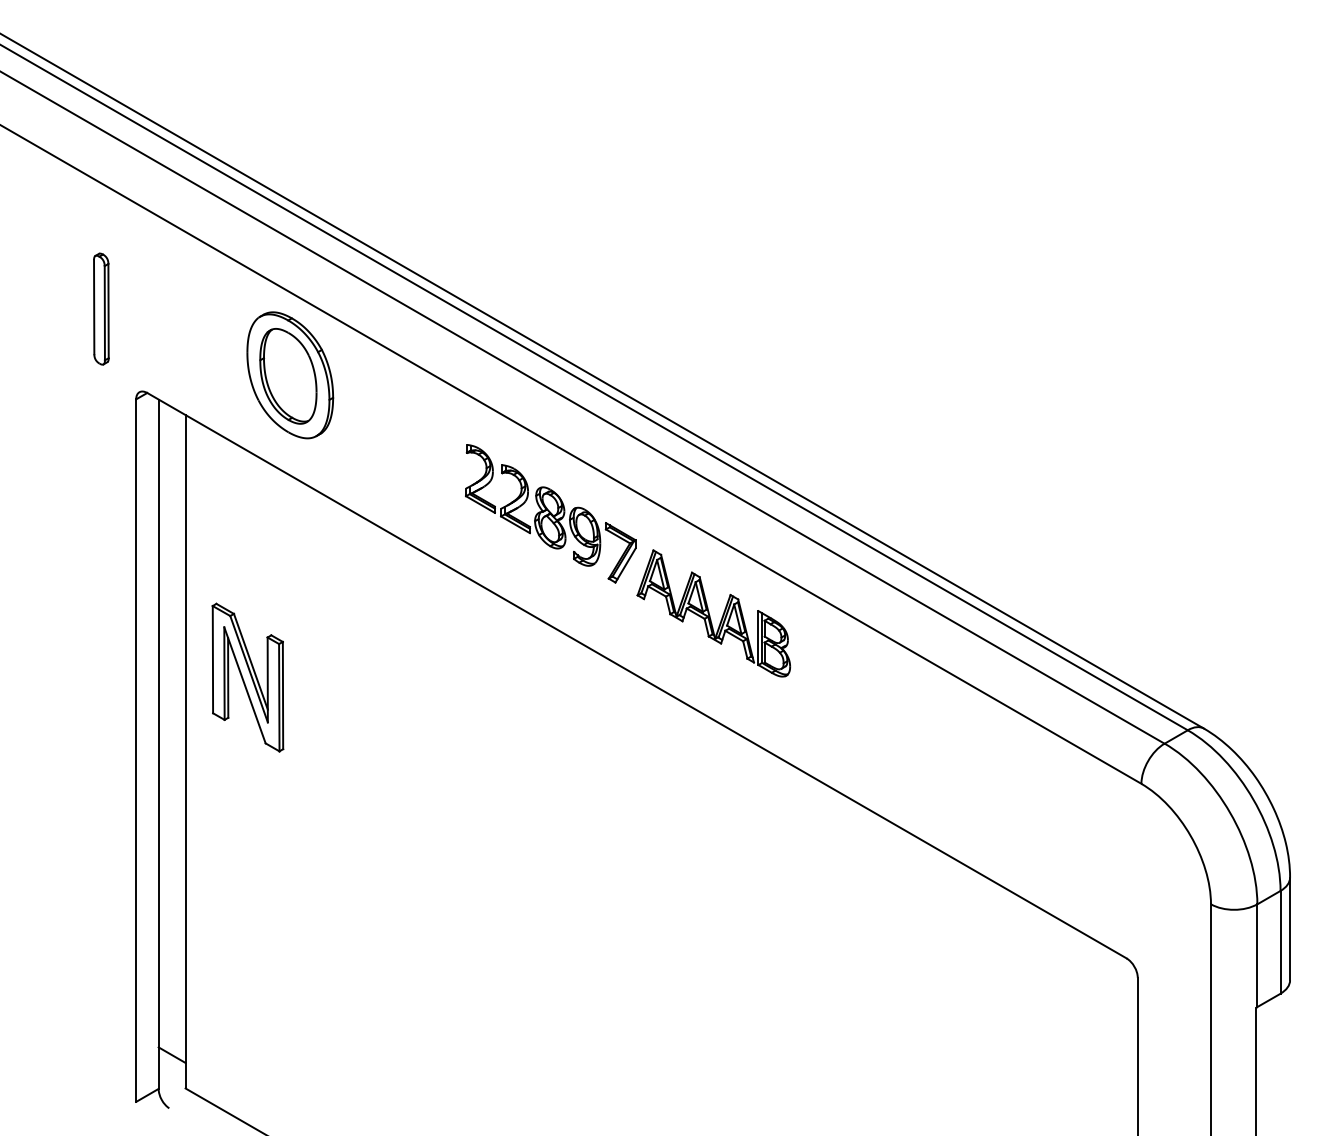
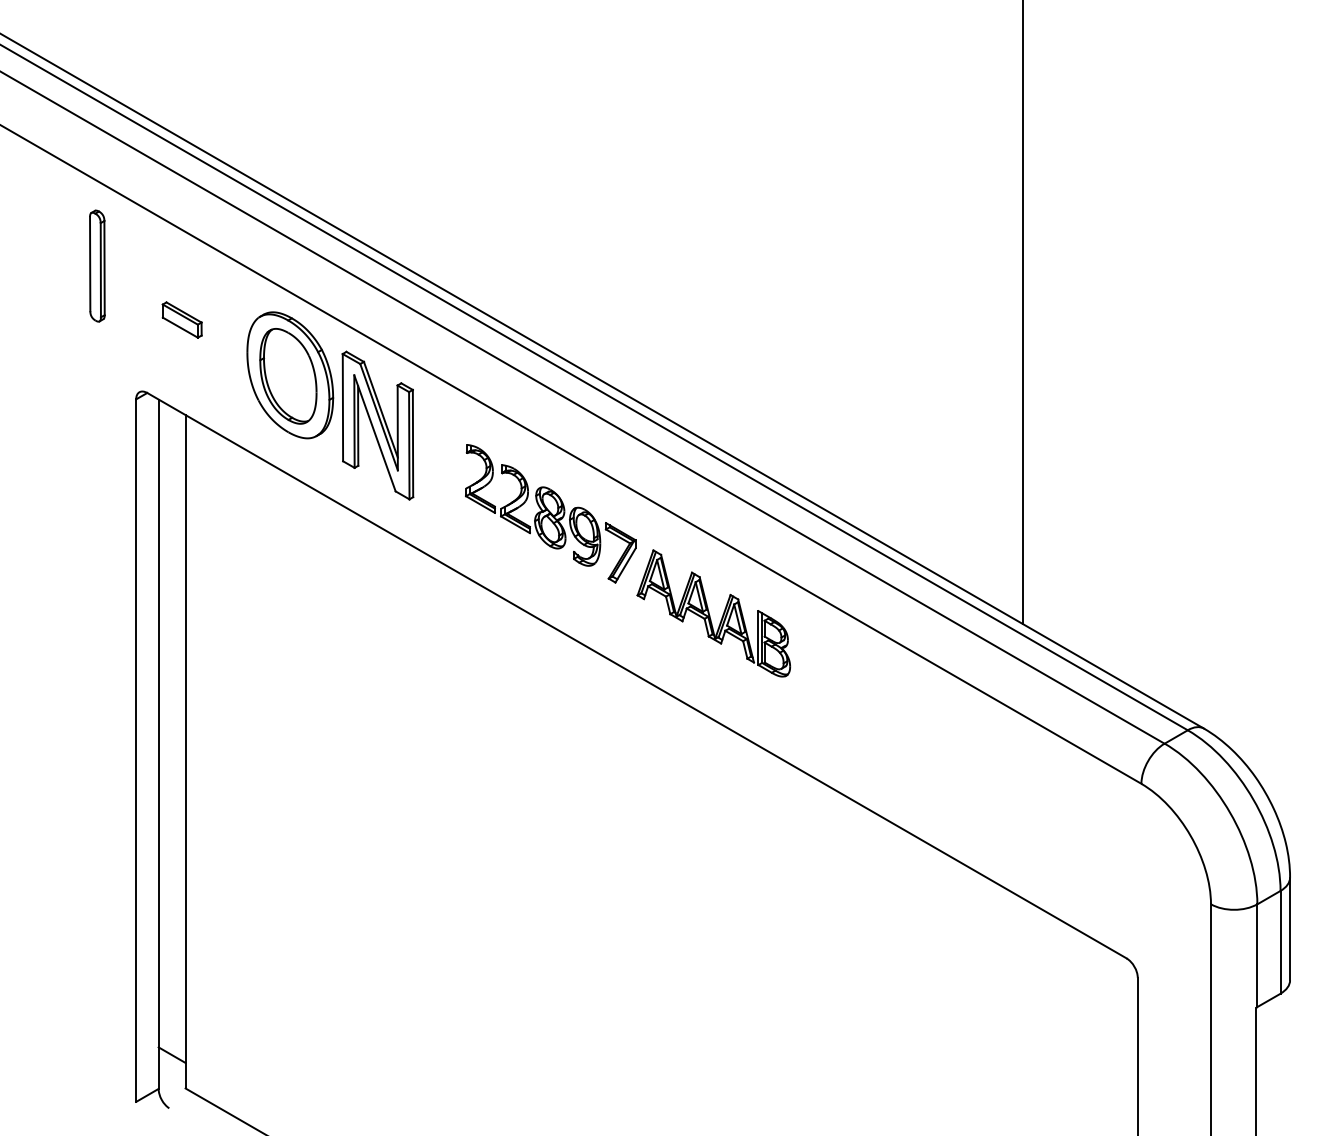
part at (101, 308) position: (101, 308) -> (97, 265)
line at (1022, 312): none -> present
part at (181, 319): none -> present
part at (247, 677) position: (247, 677) -> (377, 425)
